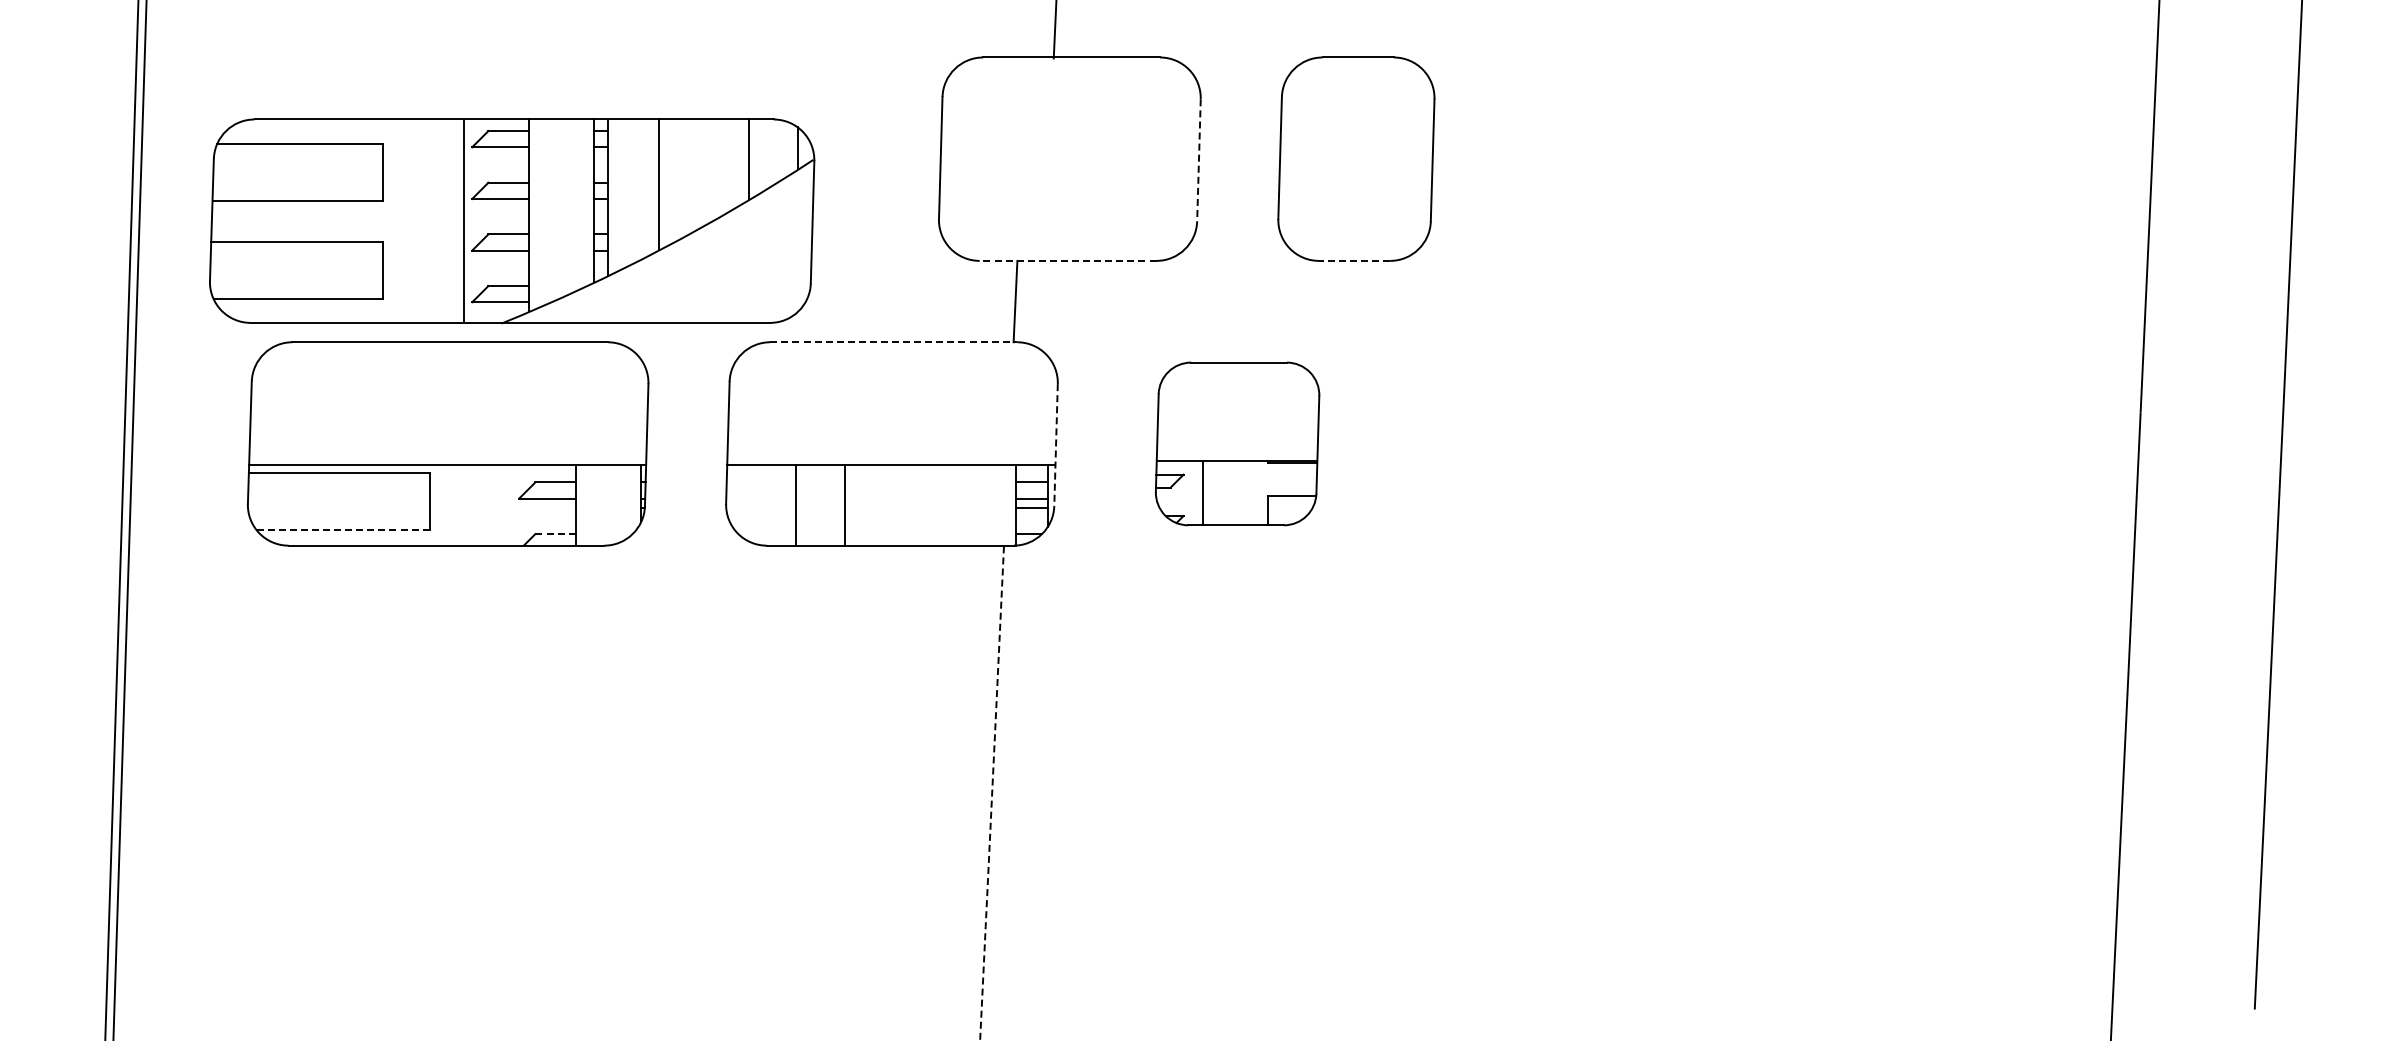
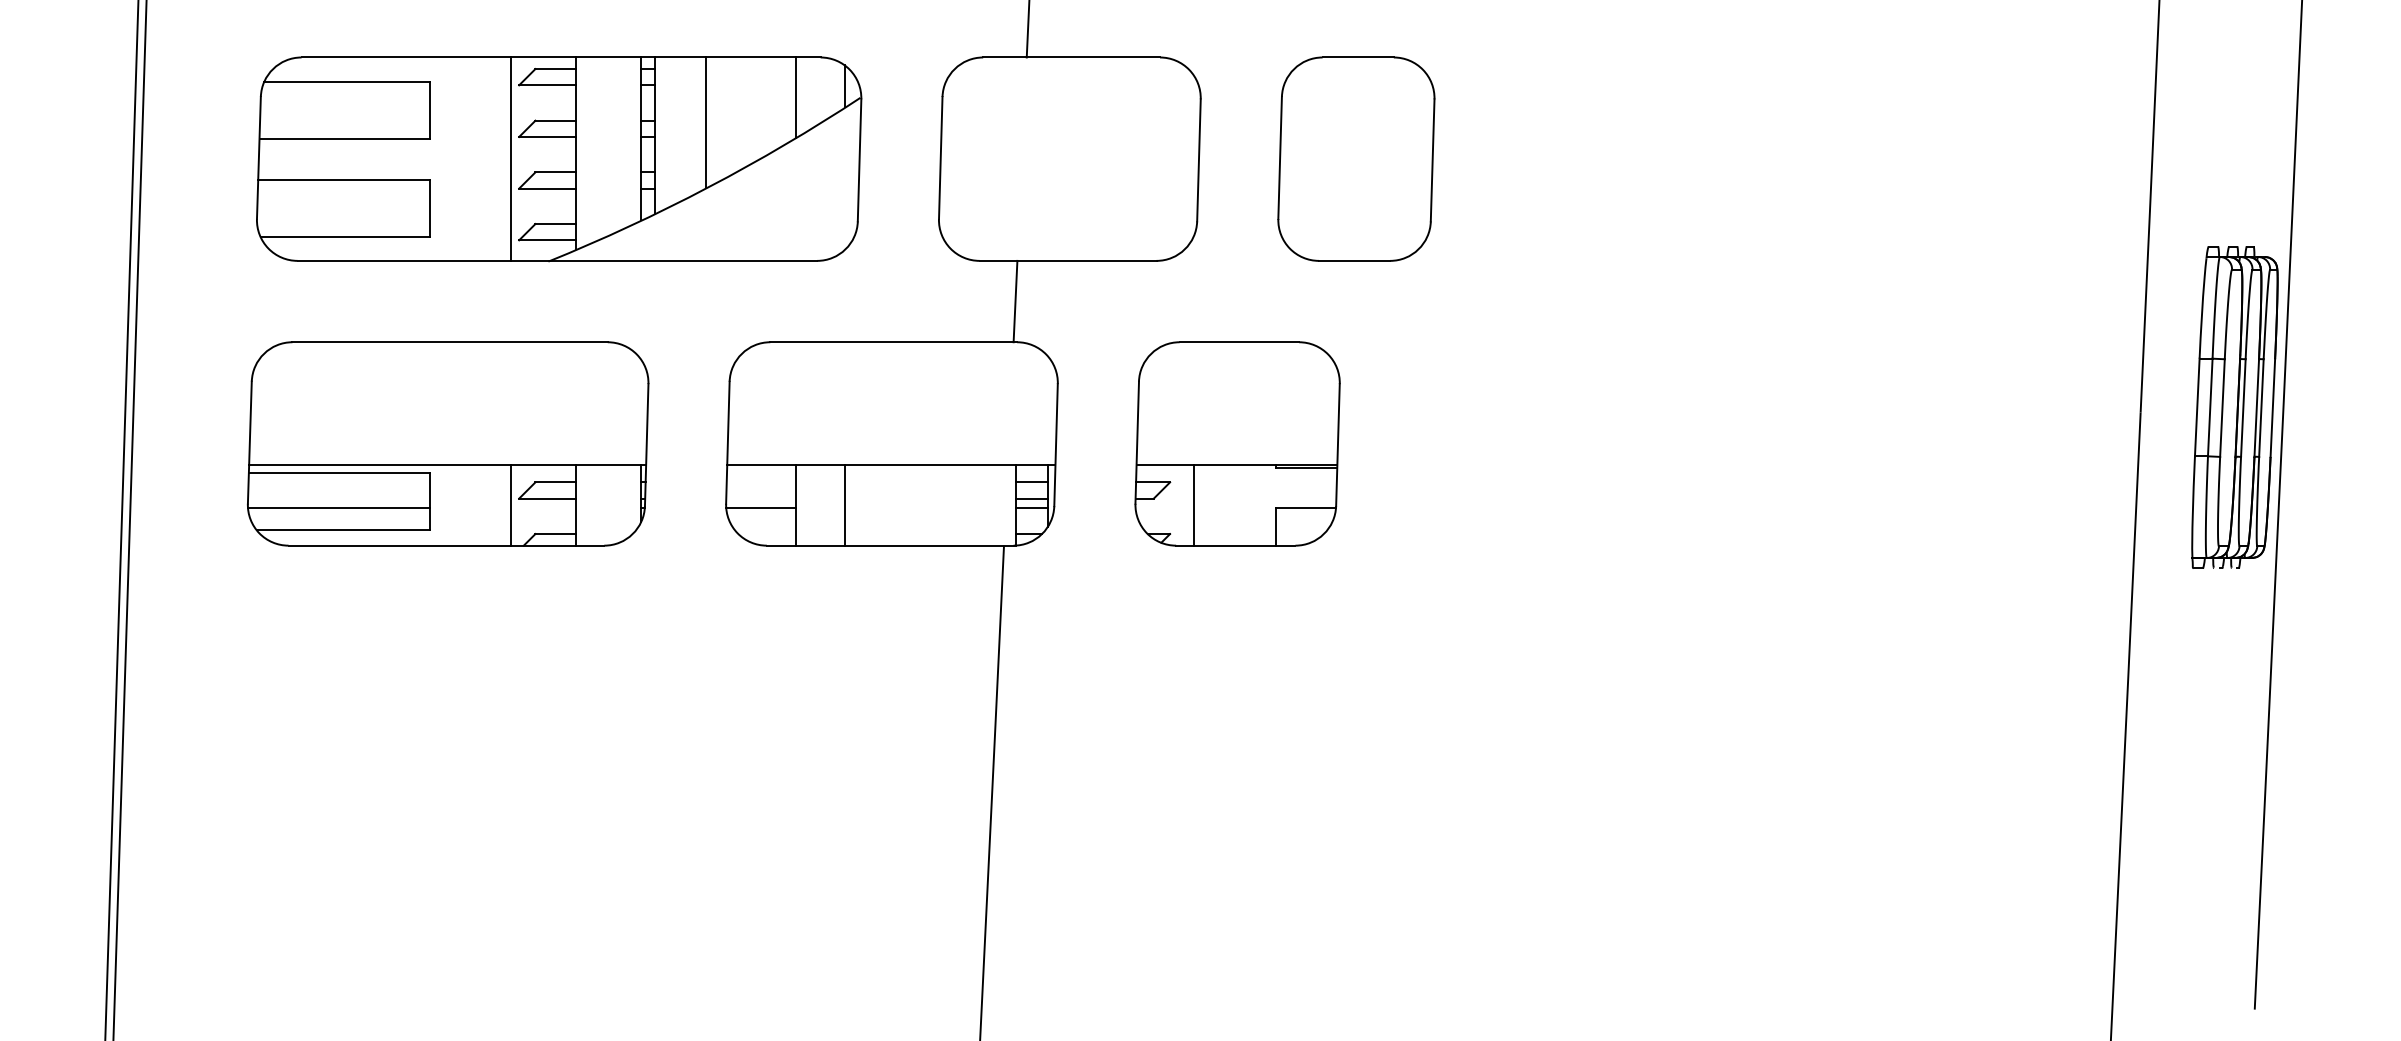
line at (1054, 30) position: (1054, 30) -> (1027, 29)
line at (1198, 160): dashed -> solid
part at (512, 221) position: (512, 221) -> (559, 159)
line at (1067, 260): dashed -> solid
line at (1354, 260): dashed -> solid
line at (894, 342): dashed -> solid
part at (2234, 407): none -> present
part at (1237, 443) size: 167x166 px -> 207x206 px
line at (1056, 445): dashed -> solid
line at (511, 505): none -> present
line at (338, 507): none -> present
line at (760, 507): none -> present
line at (343, 529): dashed -> solid
line at (556, 534): dashed -> solid
arc at (992, 793): dashed -> solid
